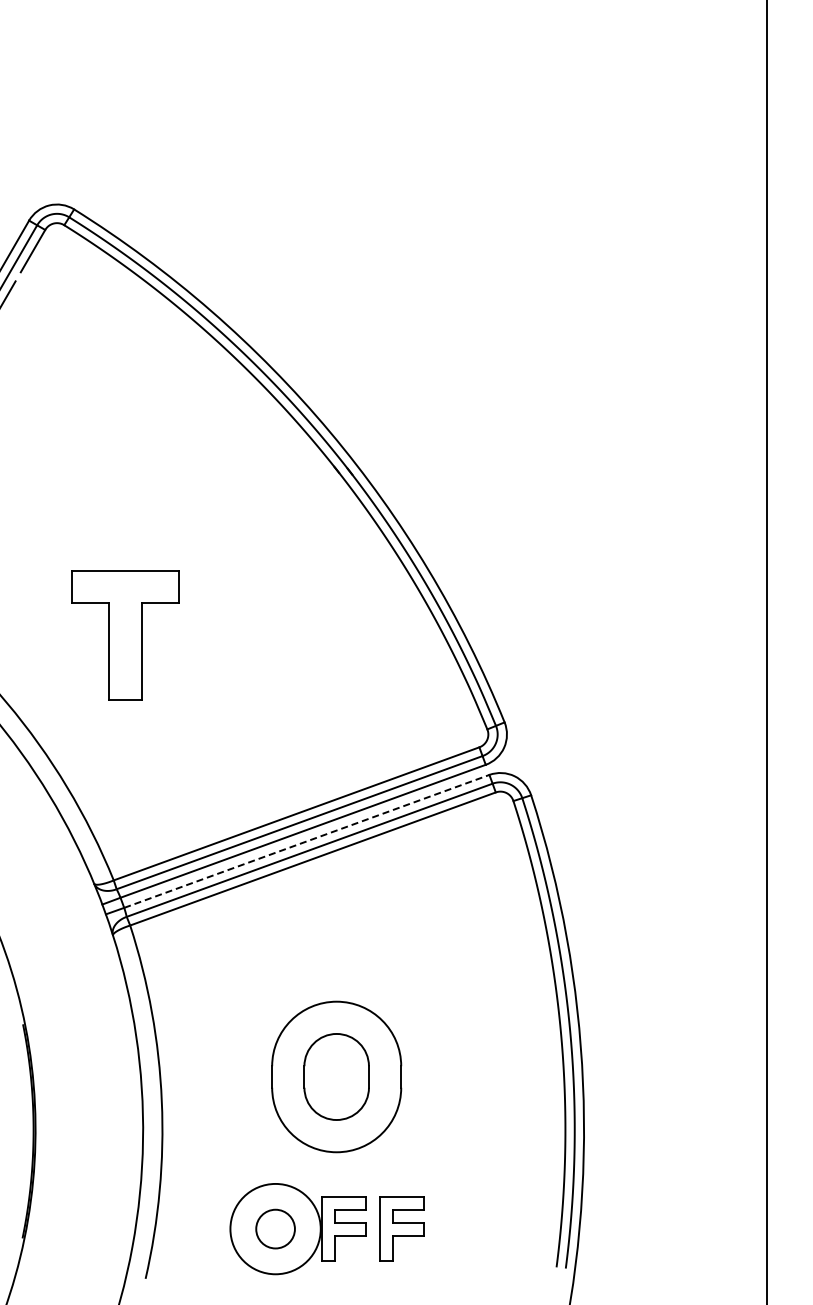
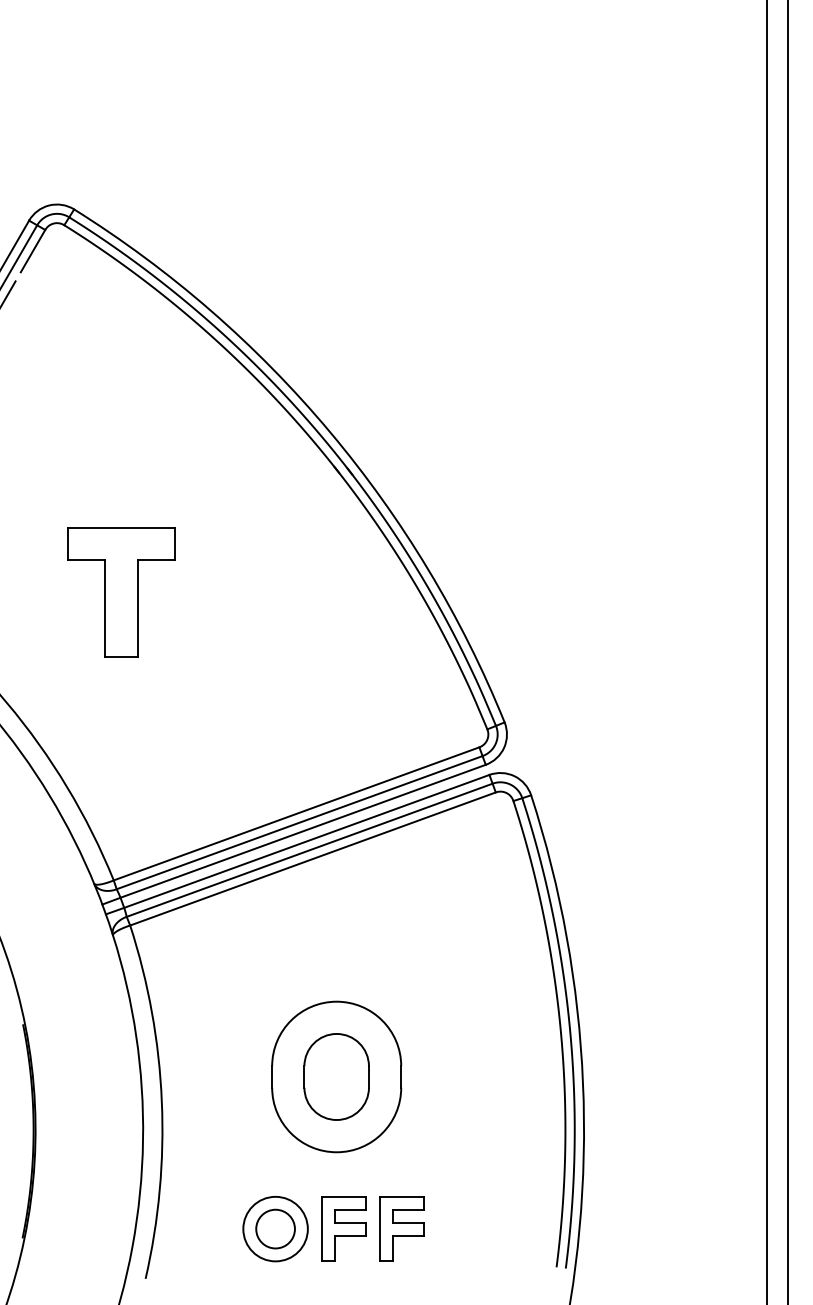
part at (125, 635) position: (125, 635) -> (121, 592)
line at (788, 651): none -> present
line at (307, 841): dashed -> solid
circle at (275, 1228) diameter: 90 px -> 65 px
